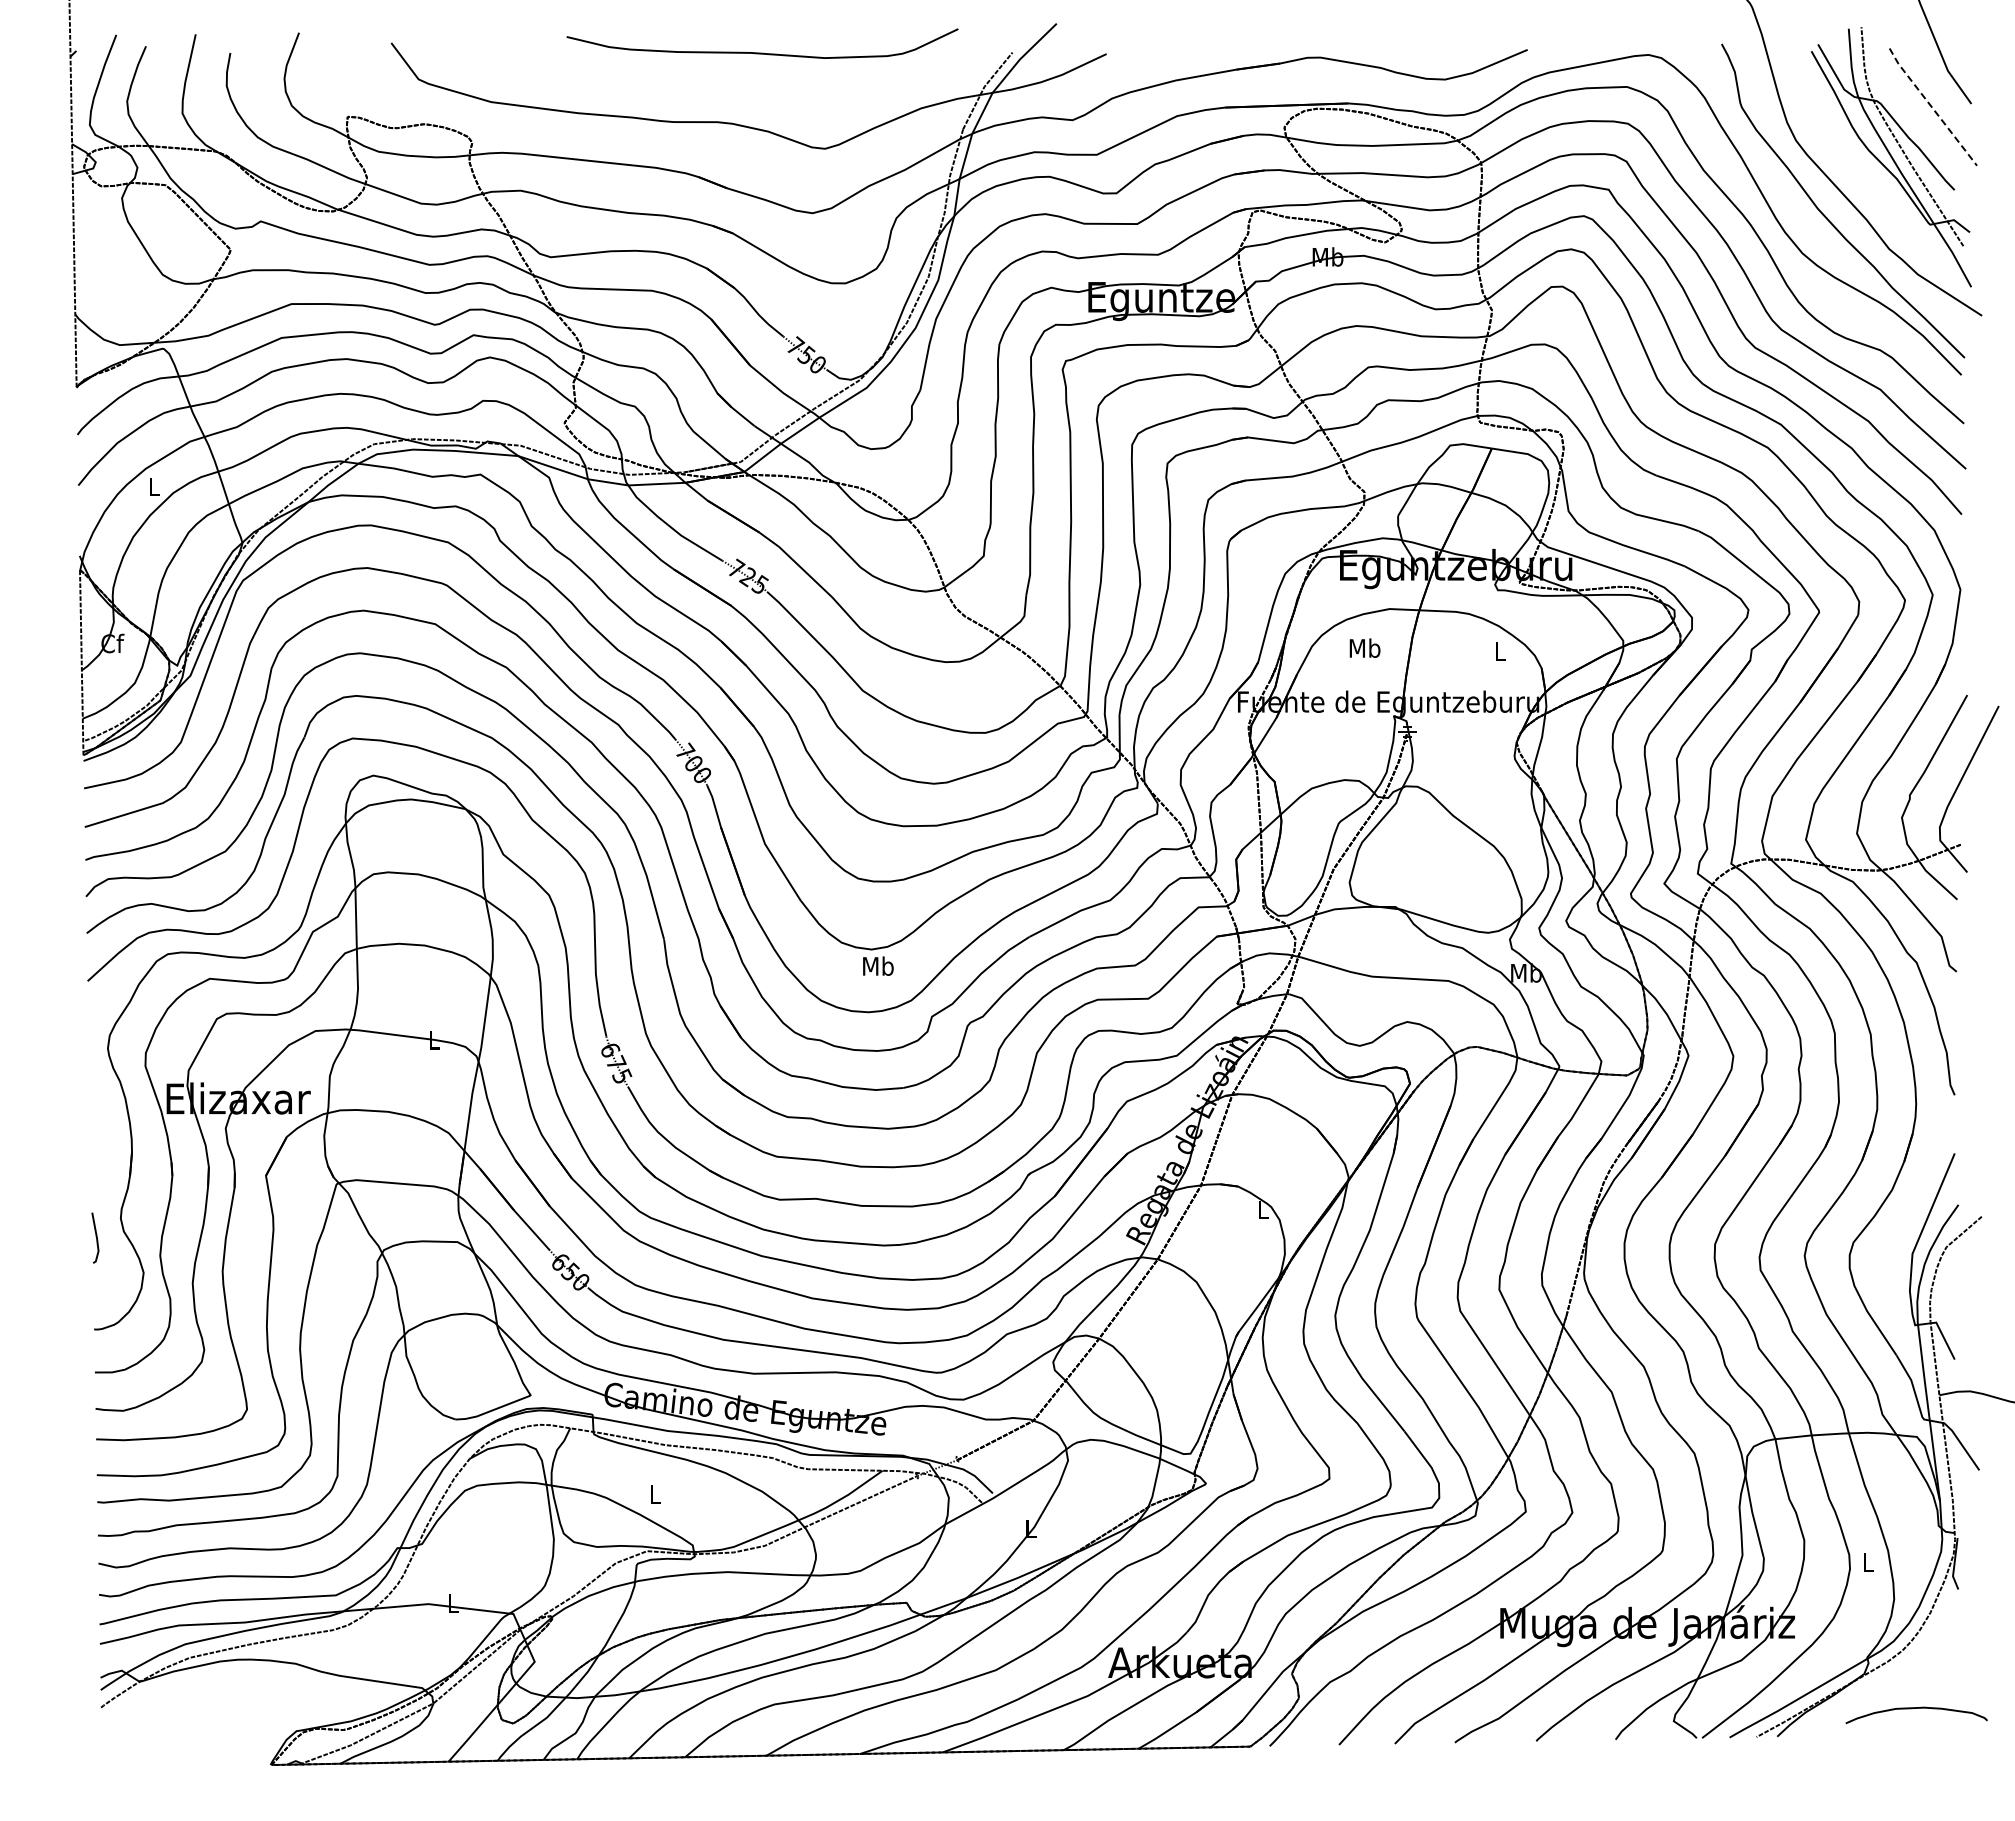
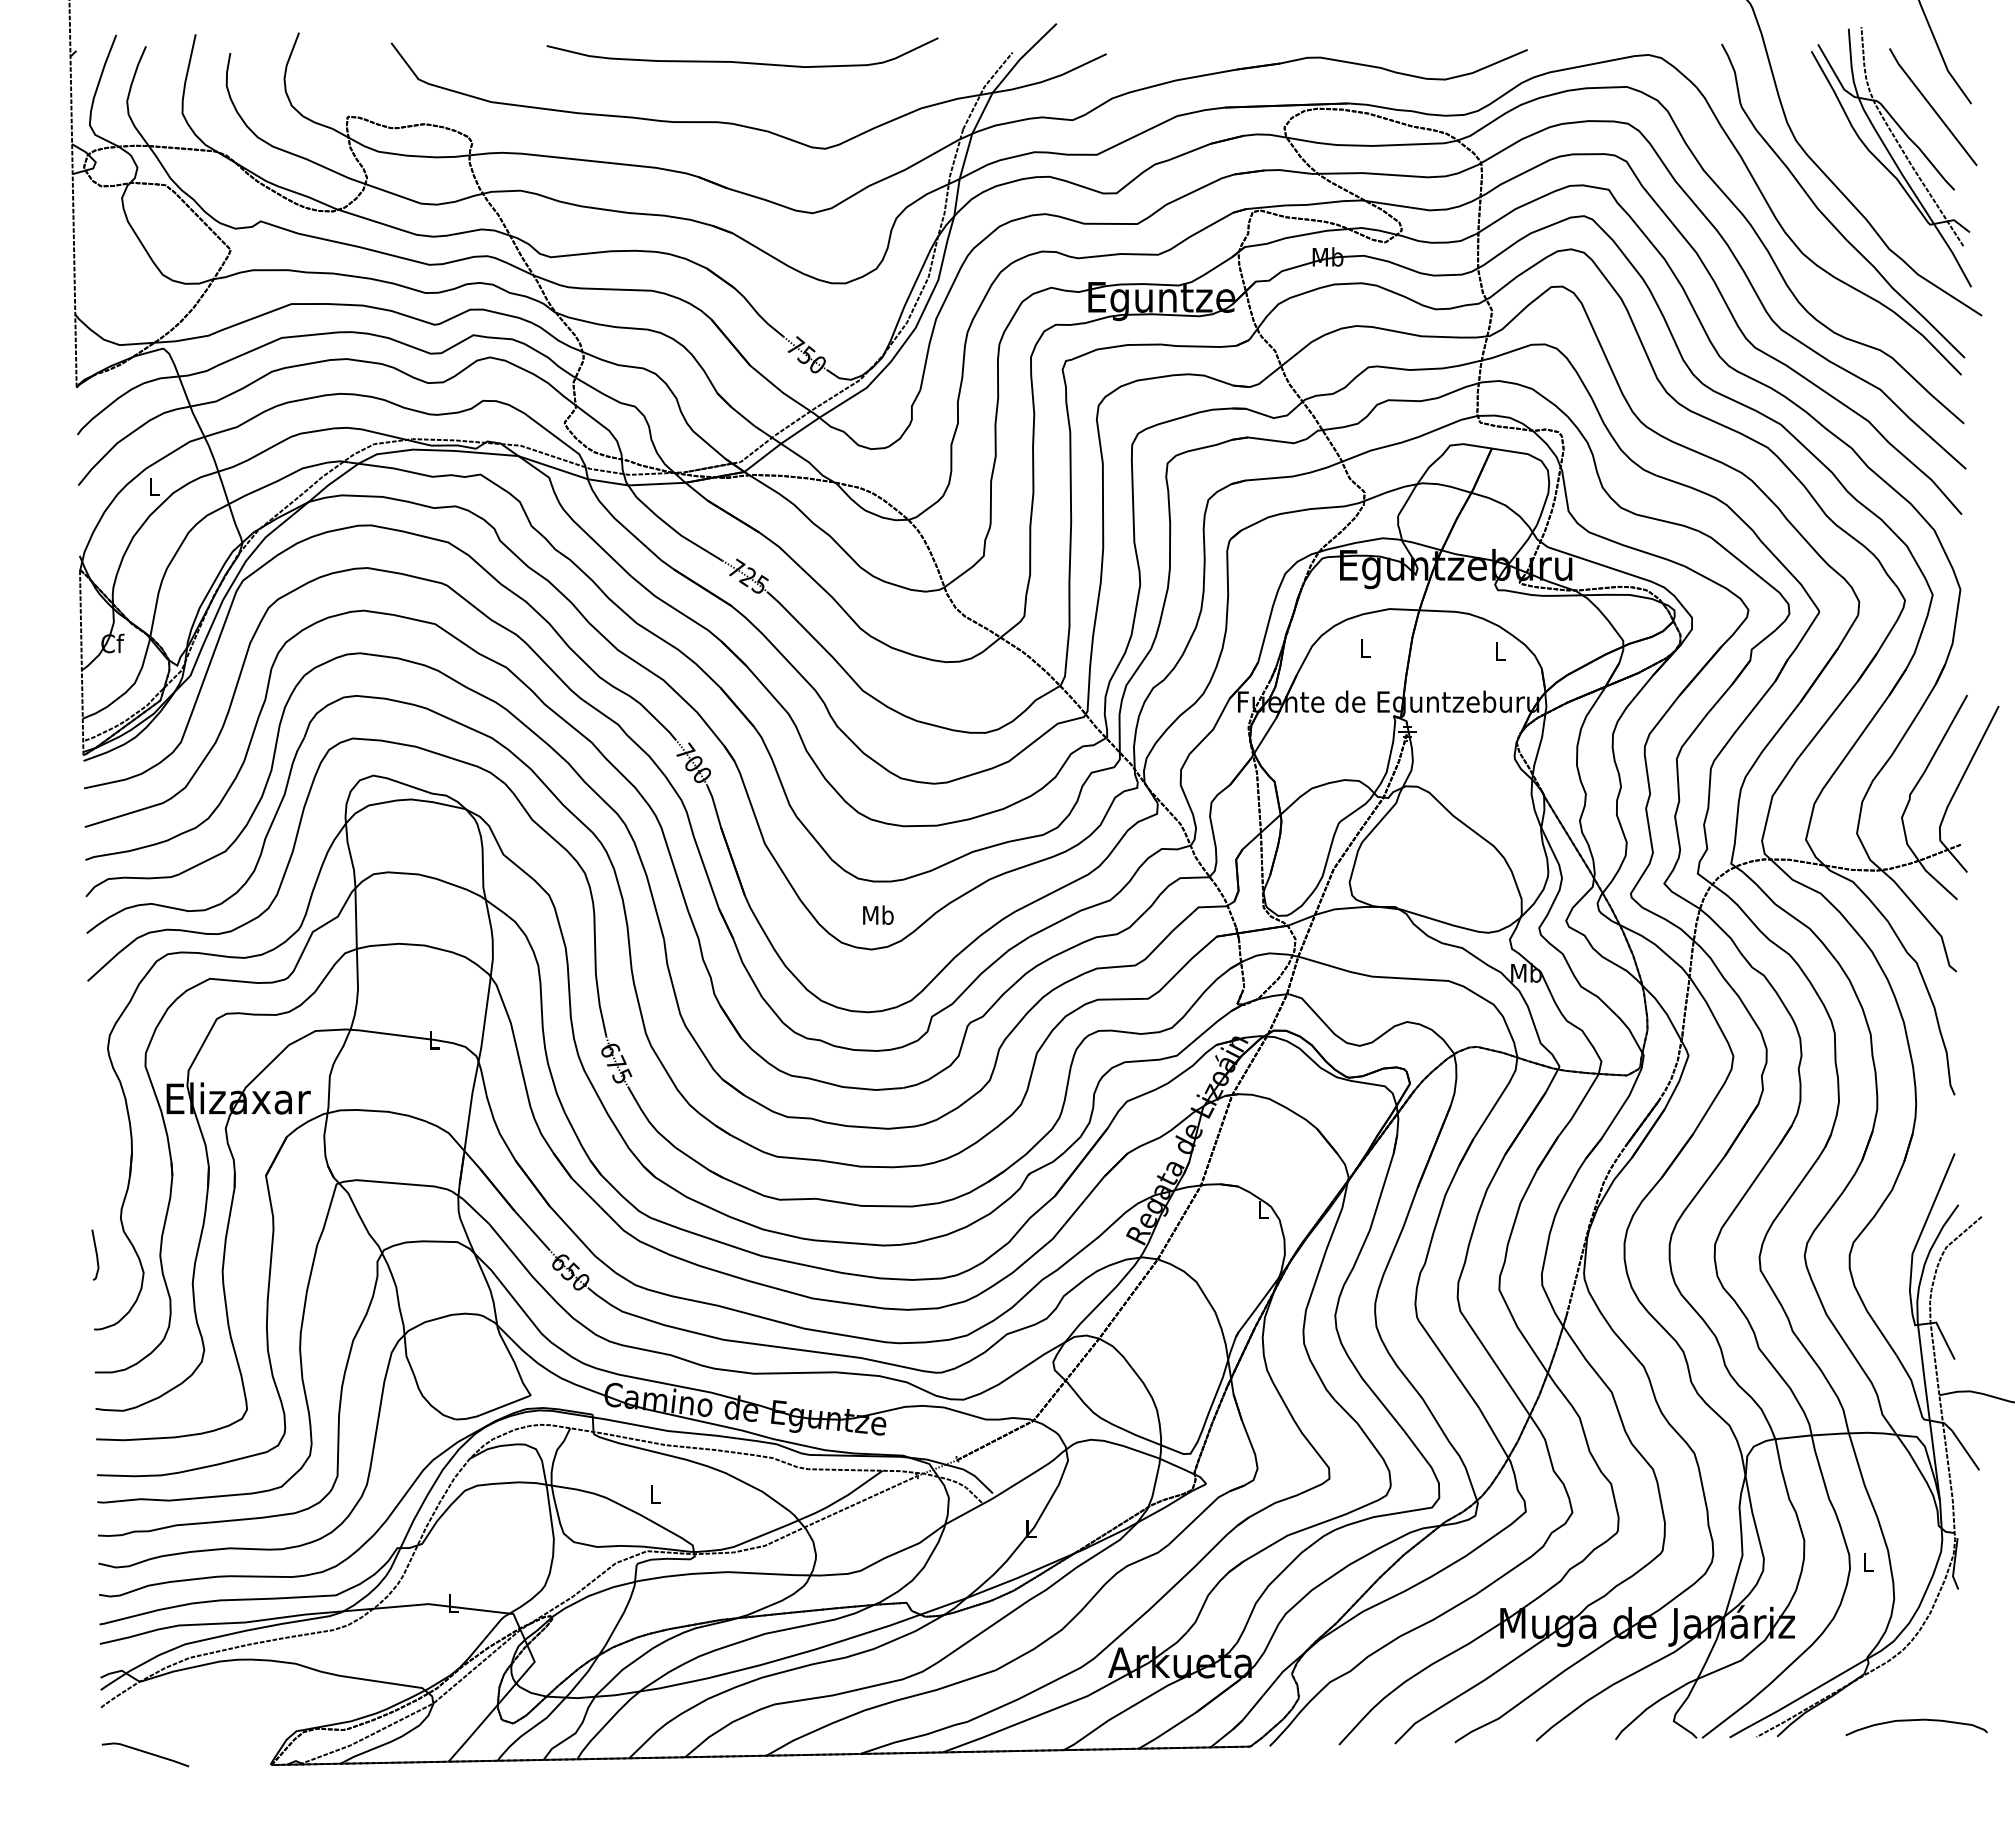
curve at (762, 52) position: (762, 52) -> (742, 61)
line at (1932, 107): dashed -> solid
text at (1364, 647): Mb -> L
text at (878, 965) position: (878, 965) -> (878, 914)
line at (95, 1236) position: (95, 1236) -> (95, 1253)
curve at (1916, 1708) position: (1916, 1708) -> (1916, 1720)
line at (145, 1753): none -> present
